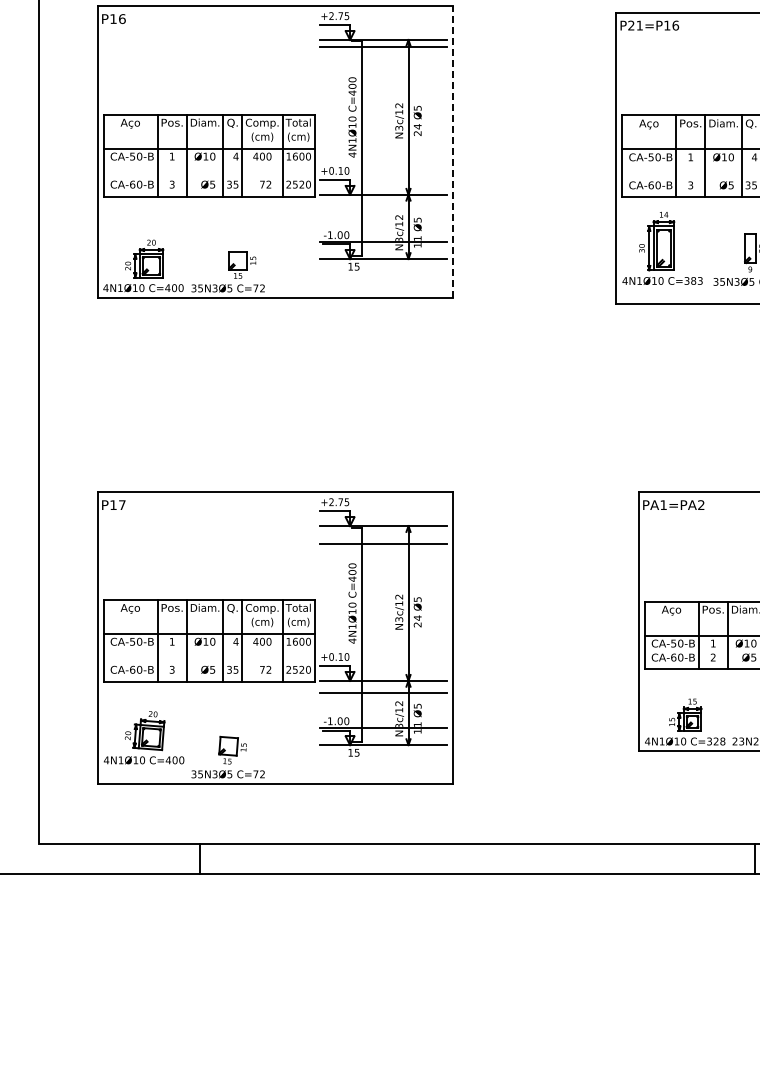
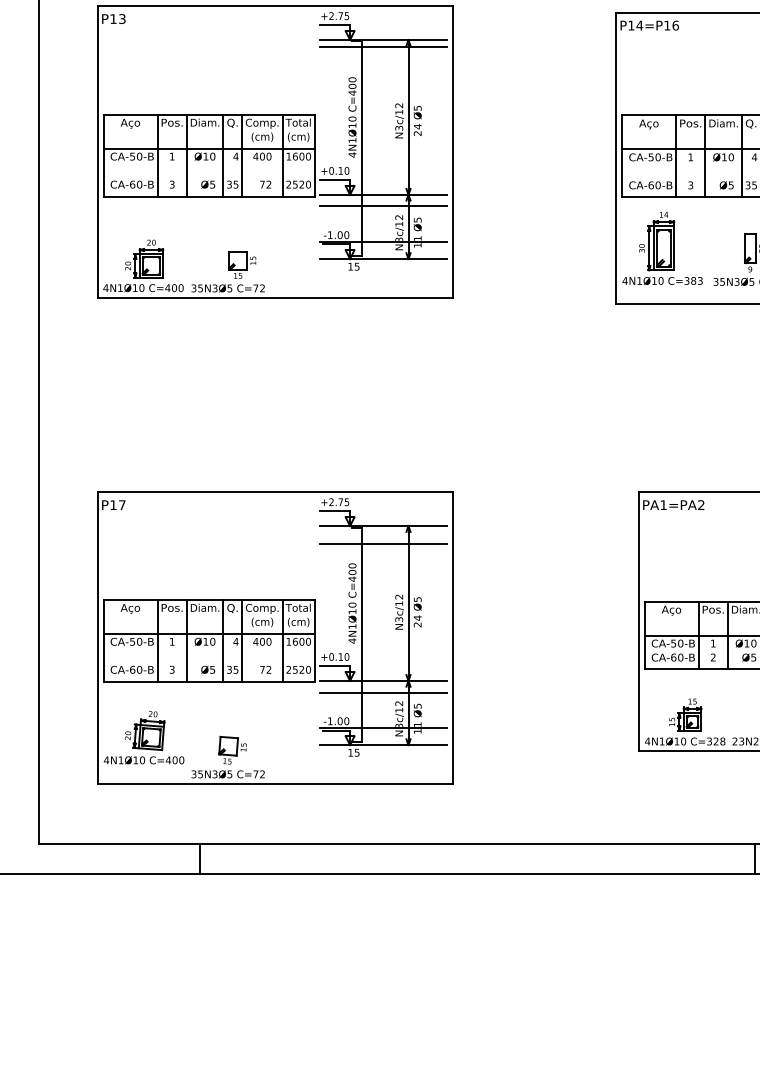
text at (122, 18): P16 -> P13
text at (635, 25): P21=P16 -> P14=P16
line at (453, 152): dashed -> solid
line at (383, 206): none -> present
